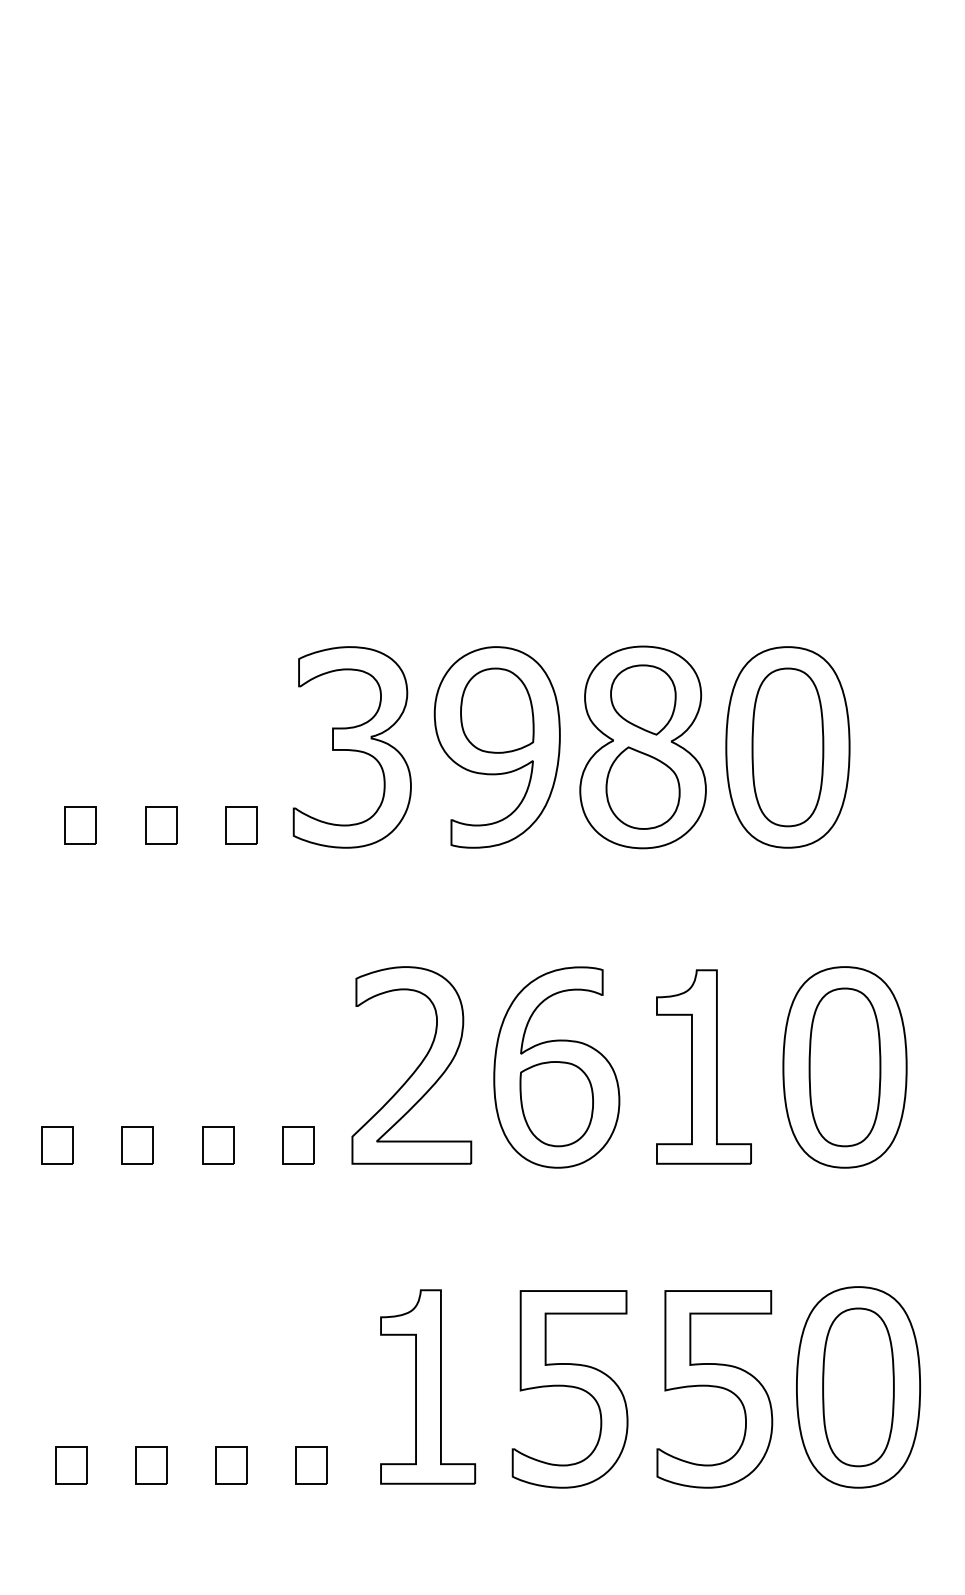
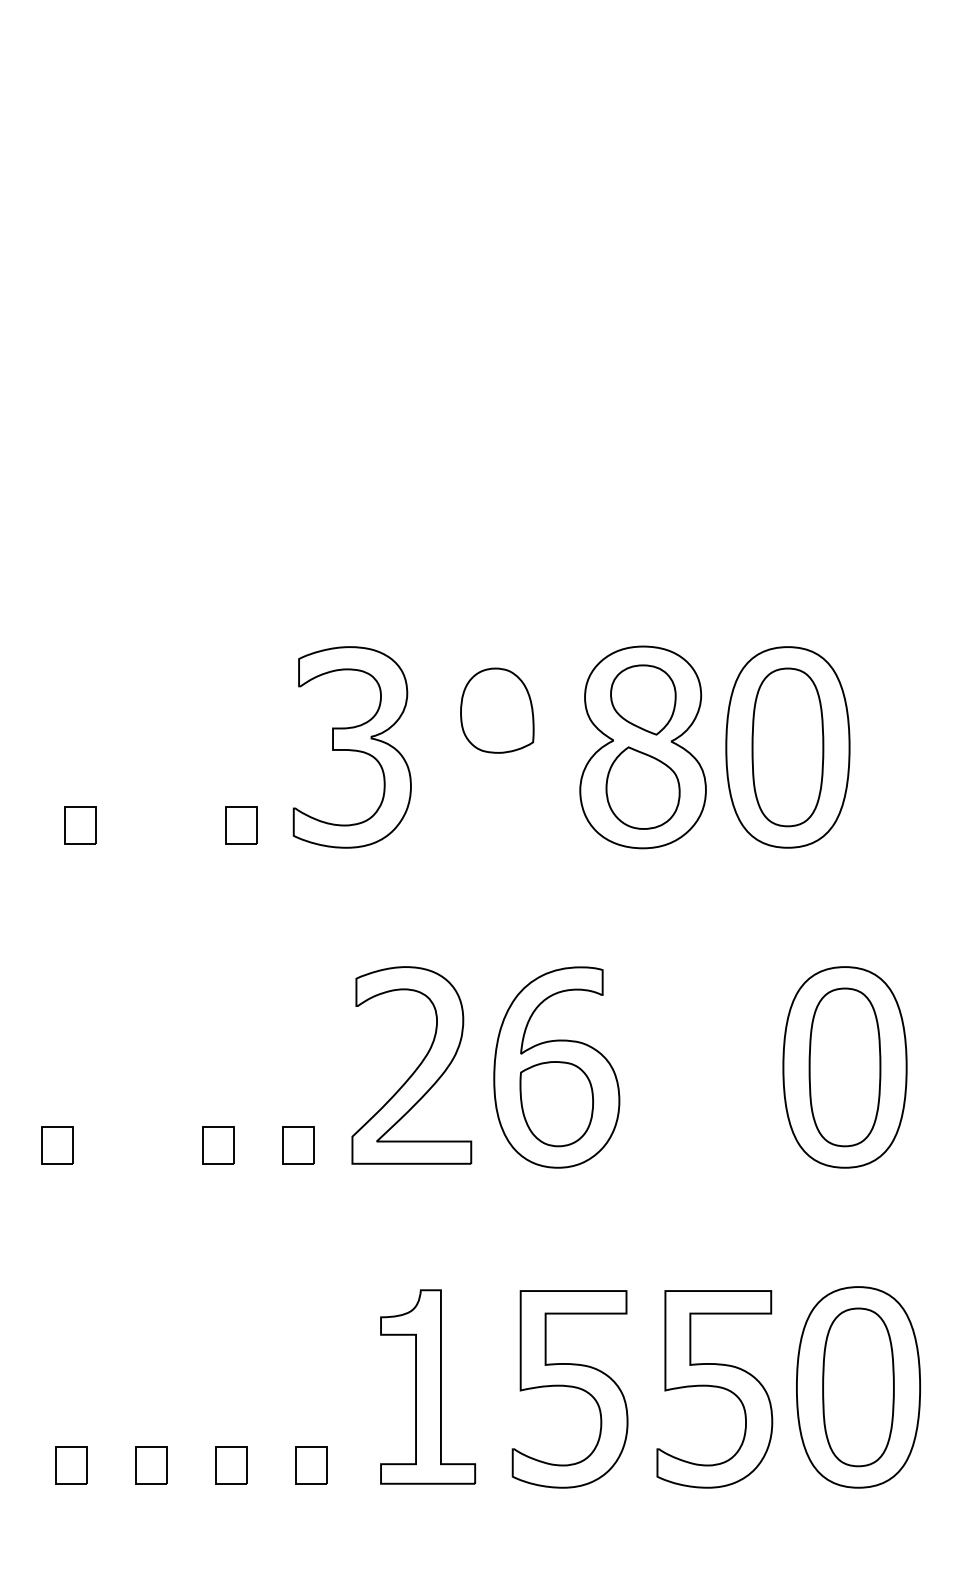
part at (496, 747): present -> none
part at (161, 825): present -> none
part at (703, 1066): present -> none
part at (137, 1145): present -> none
